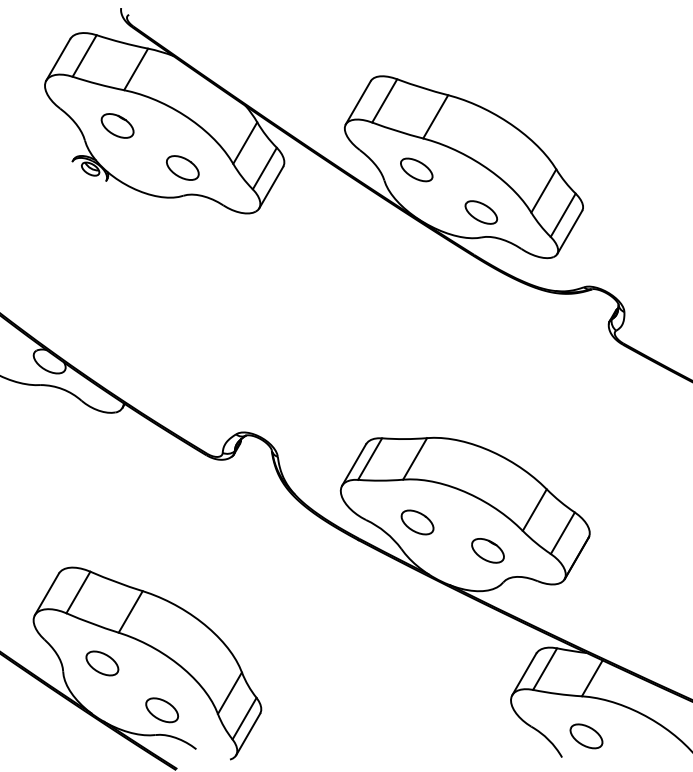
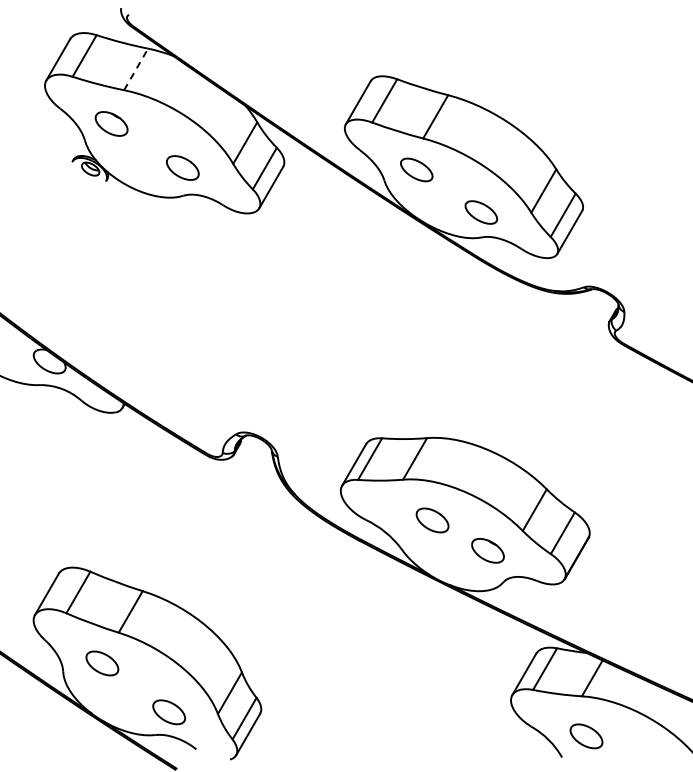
line at (136, 69): solid -> dashed
part at (117, 125) position: (117, 125) -> (111, 123)
part at (417, 522) position: (417, 522) -> (432, 520)
part at (162, 710) position: (162, 710) -> (169, 712)
